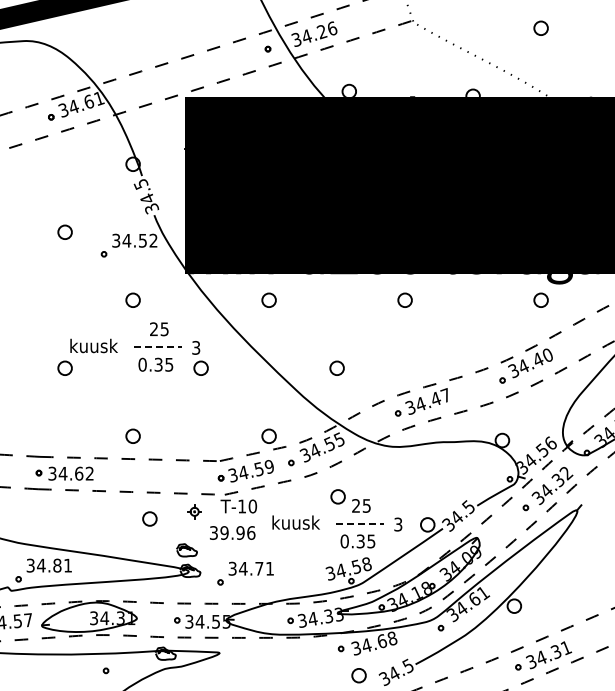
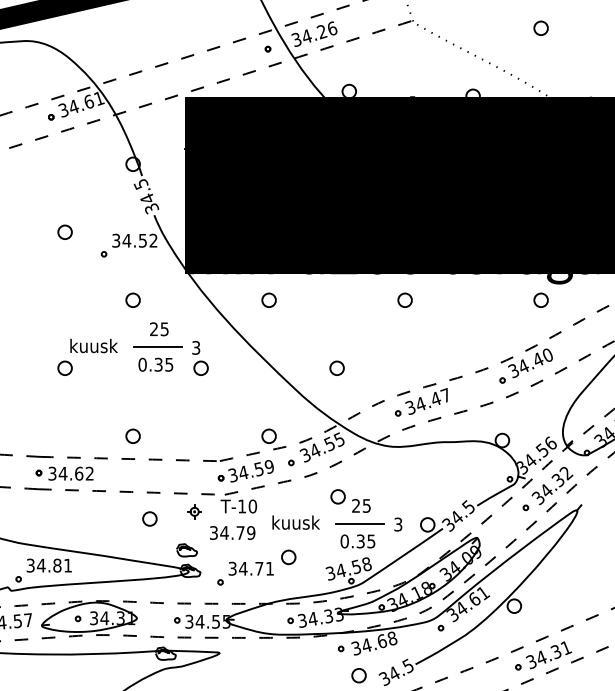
line at (158, 347): dashed -> solid
line at (360, 523): dashed -> solid
text at (237, 532): 39.96 -> 34.79
circle at (288, 557): none -> present
circle at (105, 670) position: (105, 670) -> (77, 618)
